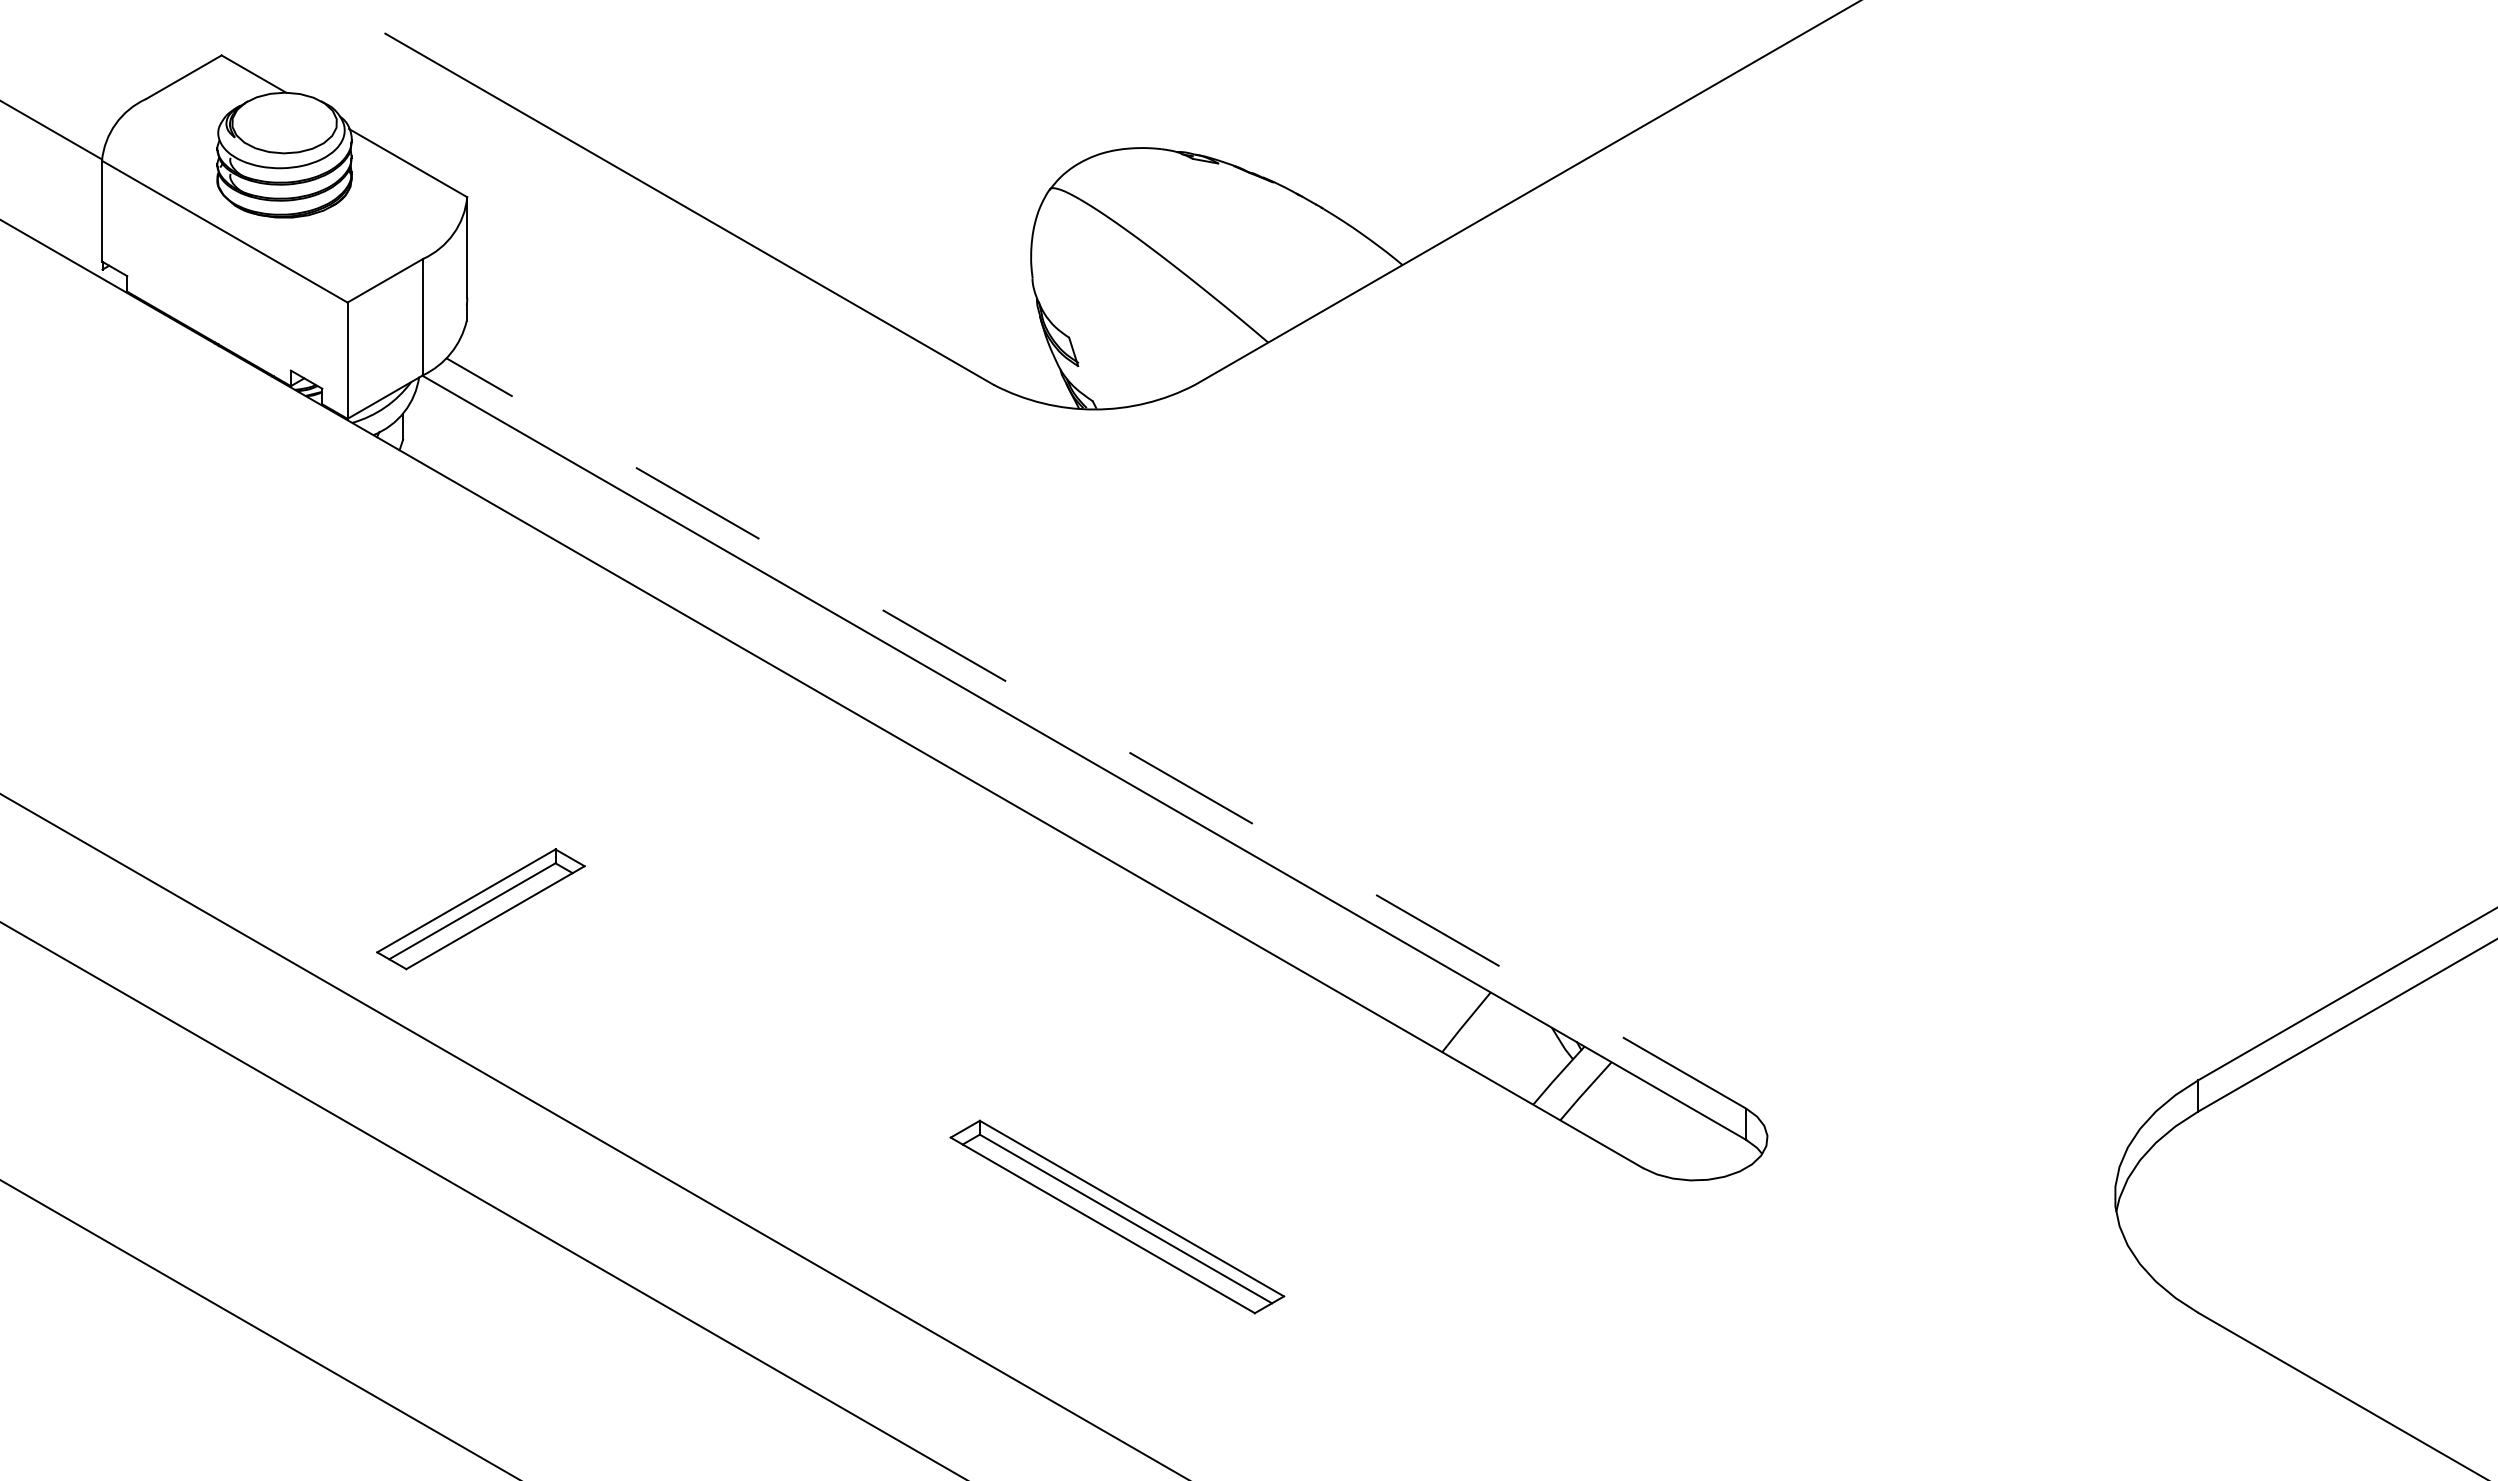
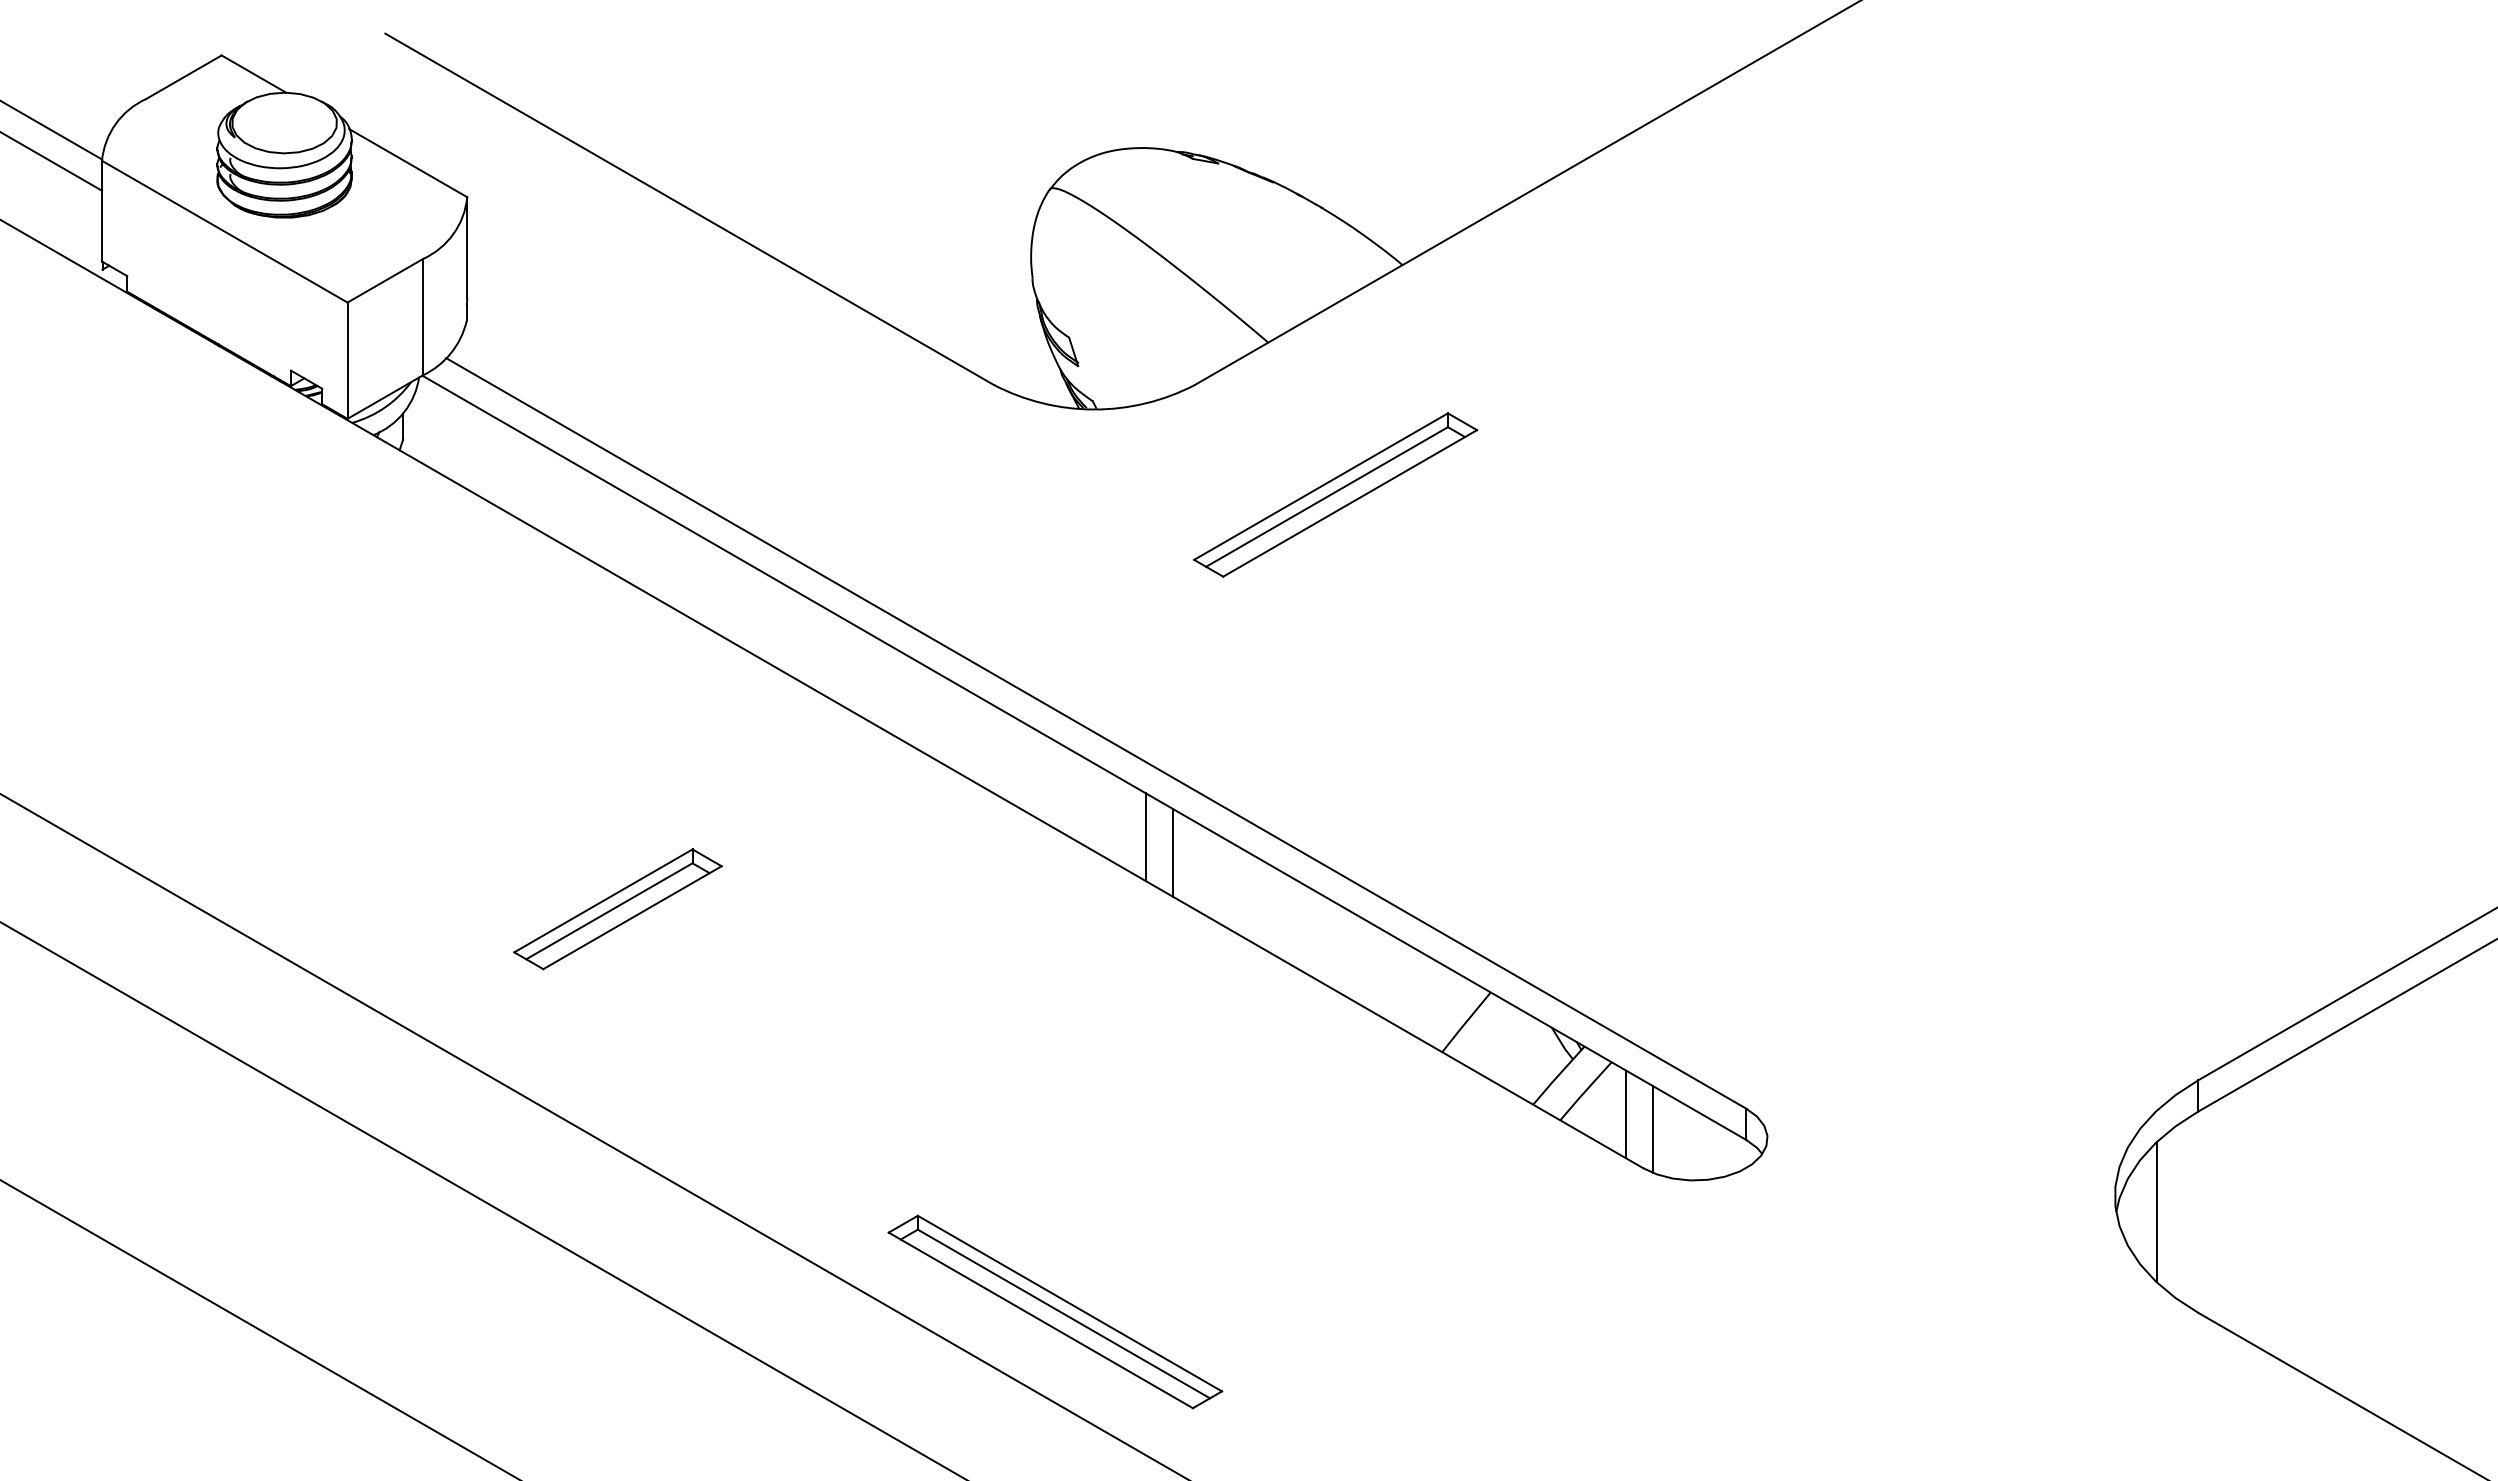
line at (52, 161): none -> present
part at (1335, 494): none -> present
line at (1096, 733): dashed -> solid
line at (1145, 837): none -> present
line at (1172, 852): none -> present
part at (480, 909) position: (480, 909) -> (617, 909)
line at (1626, 1114): none -> present
line at (1653, 1129): none -> present
line at (2156, 1211): none -> present
part at (1117, 1216) position: (1117, 1216) -> (1055, 1311)
